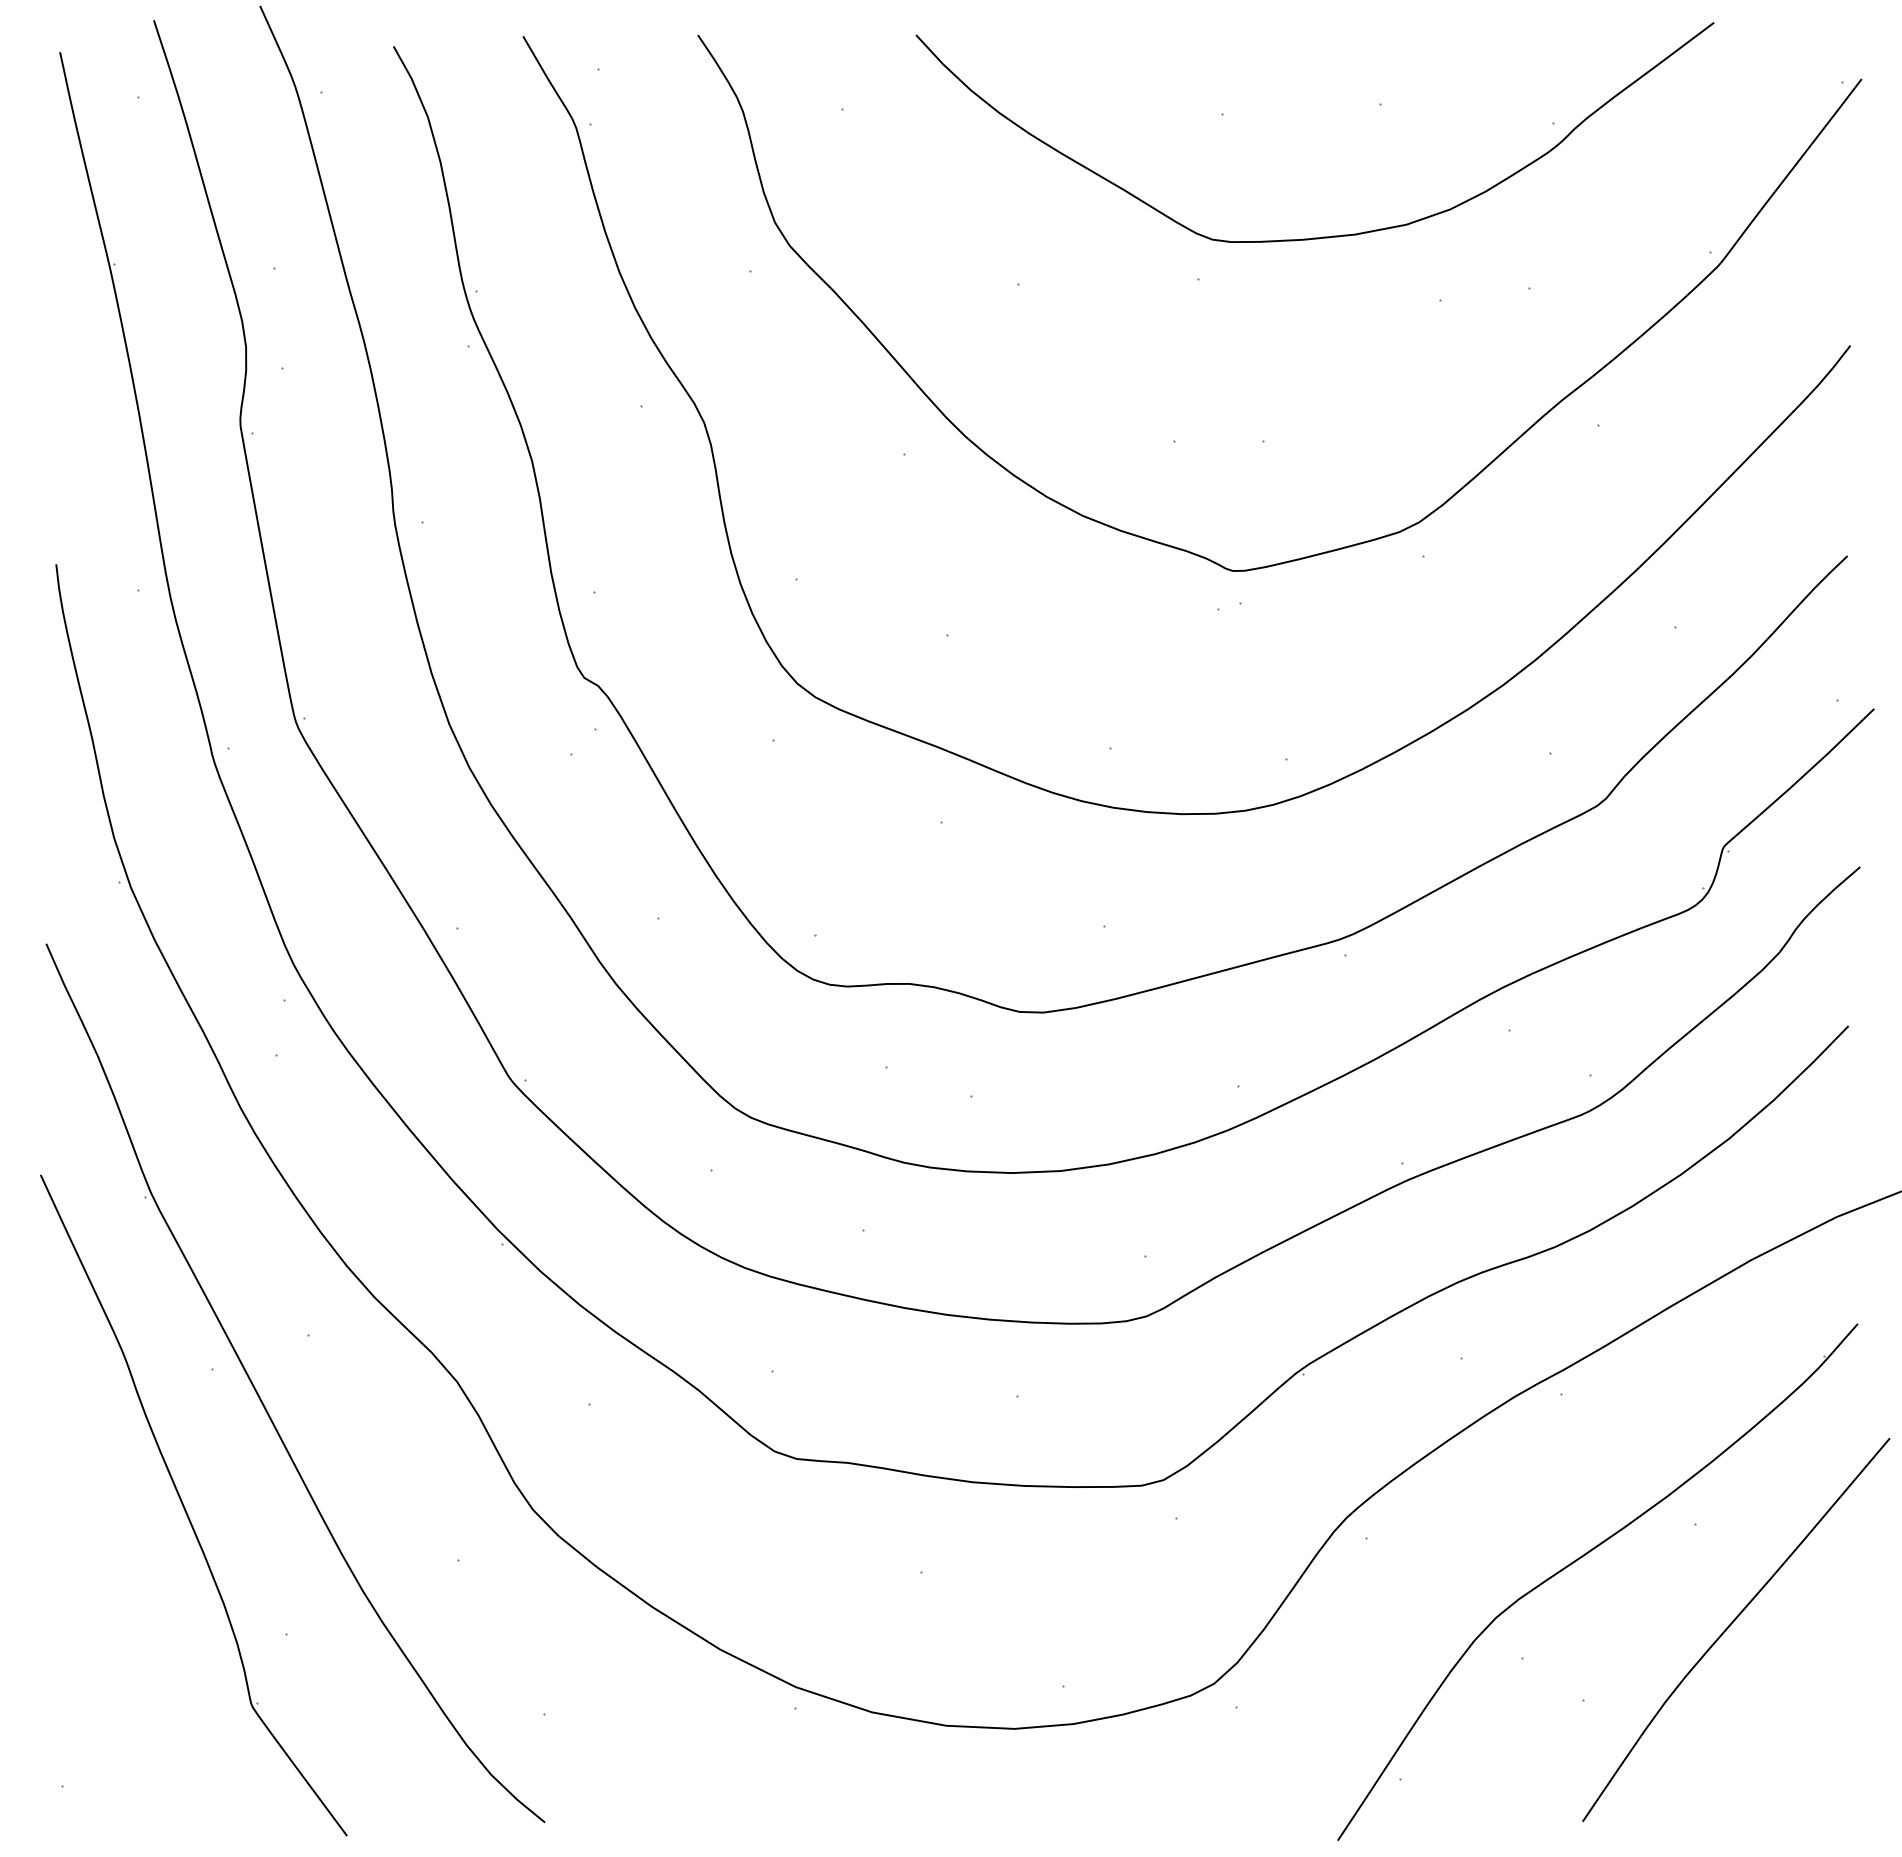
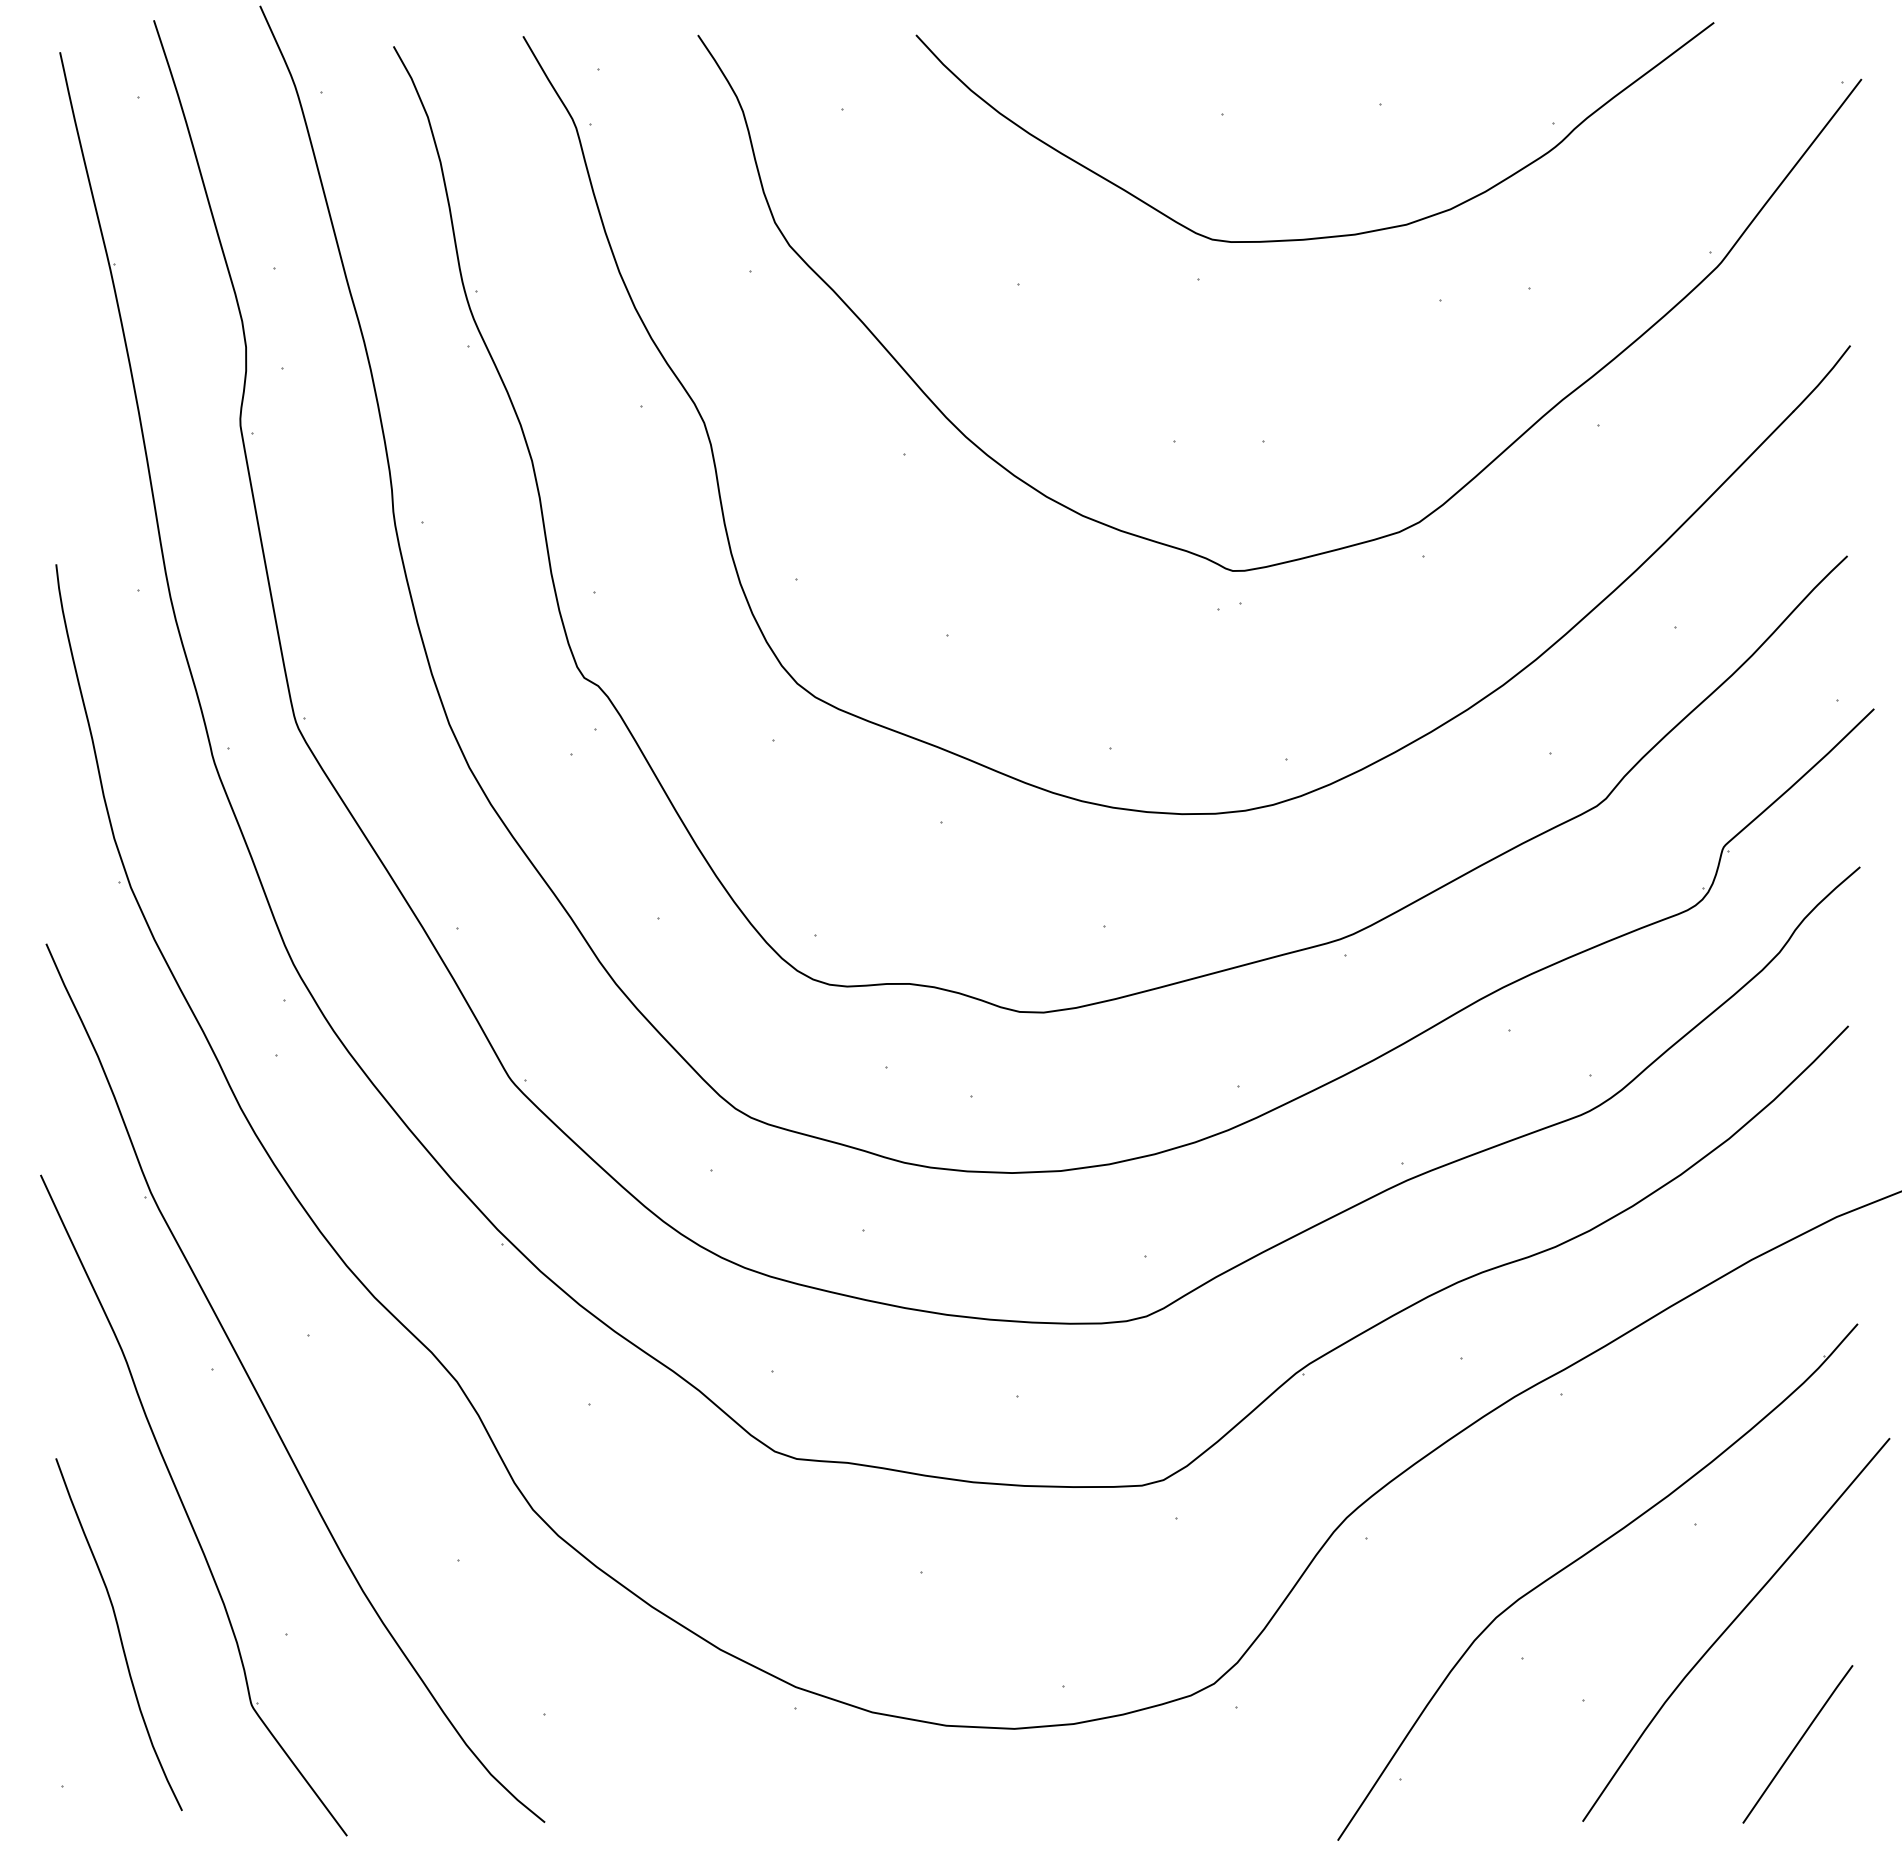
curve at (118, 1634): none -> present
line at (1797, 1744): none -> present
